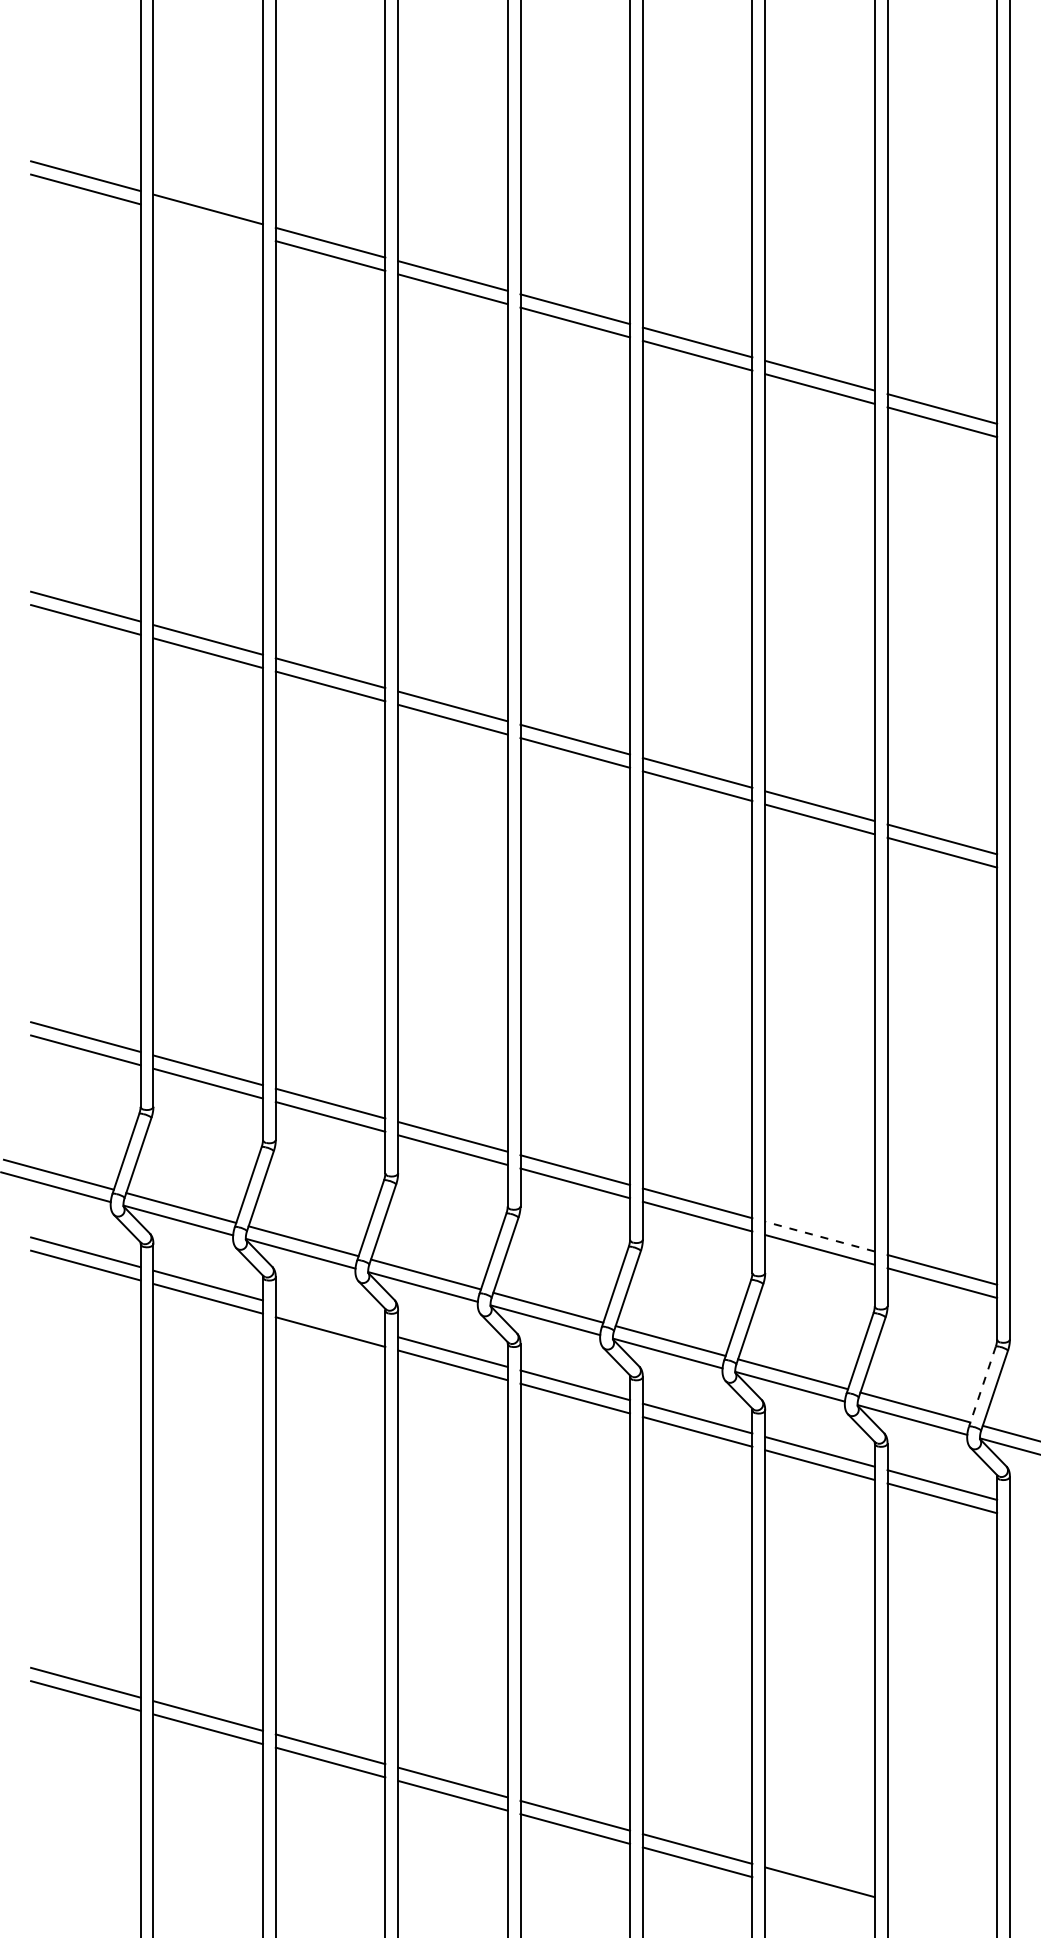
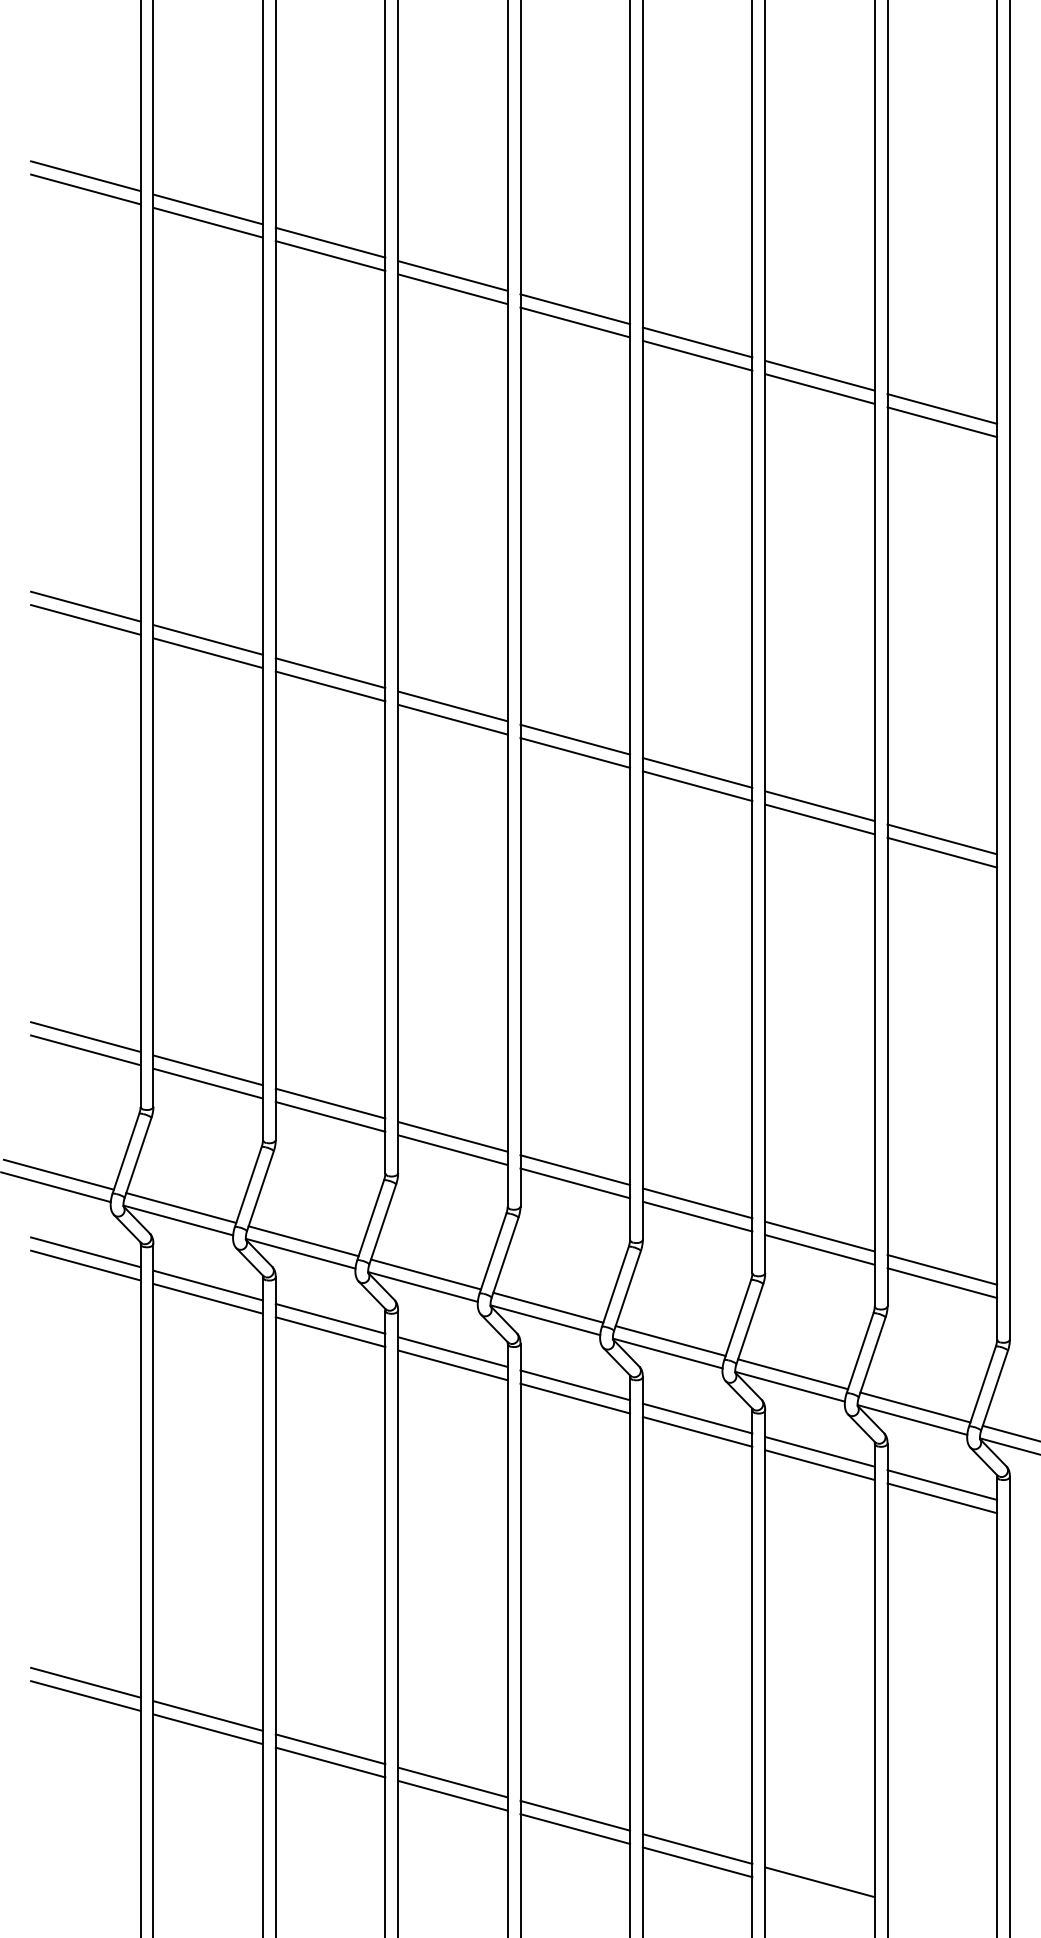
line at (207, 222): none -> present
line at (819, 1236): dashed -> solid
line at (330, 1318): none -> present
line at (982, 1386): dashed -> solid
